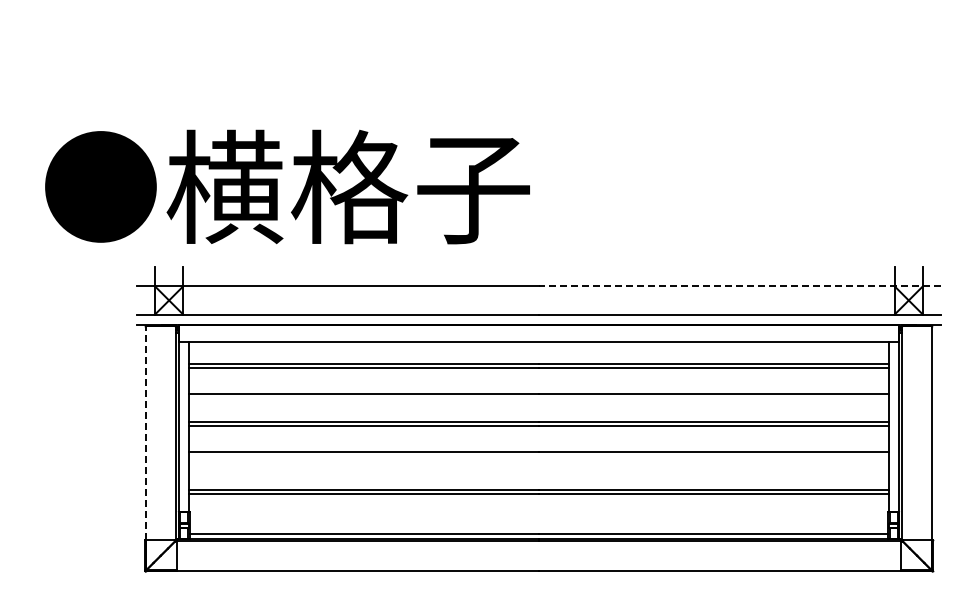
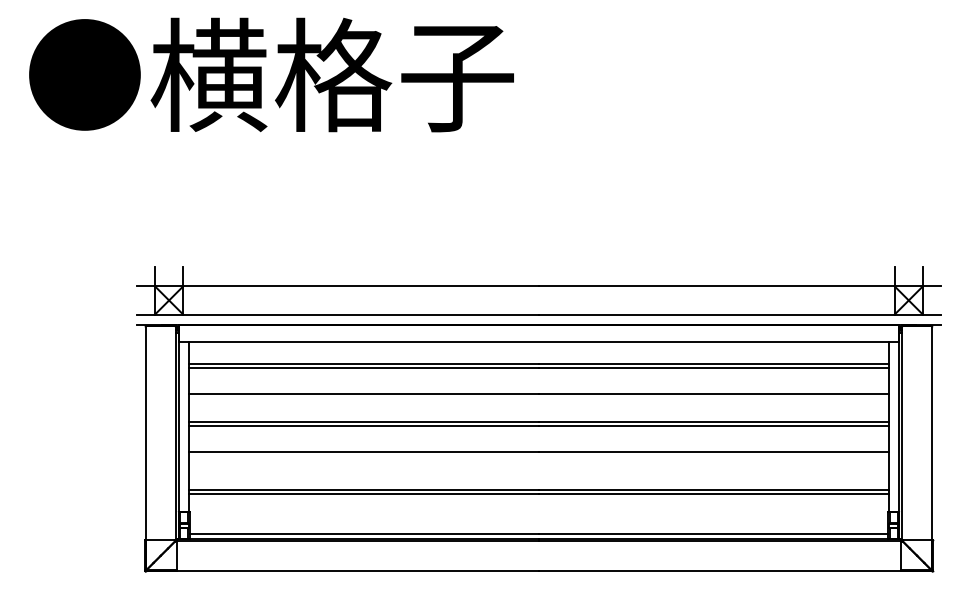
text at (287, 186) position: (287, 186) -> (271, 74)
line at (739, 286): dashed -> solid
line at (145, 433): dashed -> solid
